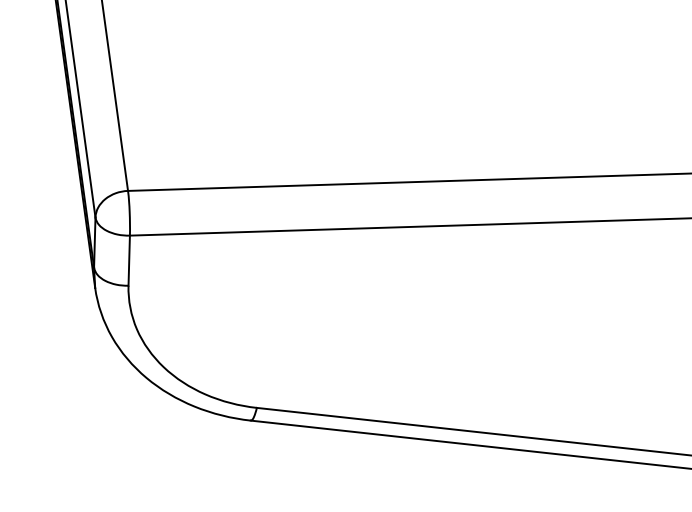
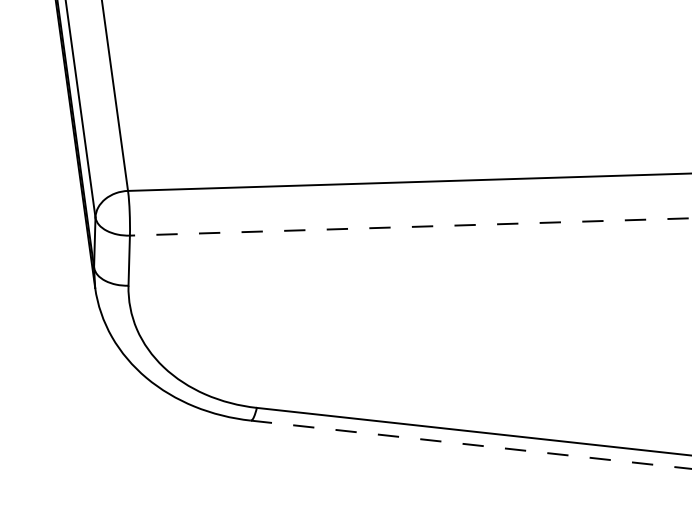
line at (410, 226): solid -> dashed
line at (471, 444): solid -> dashed
